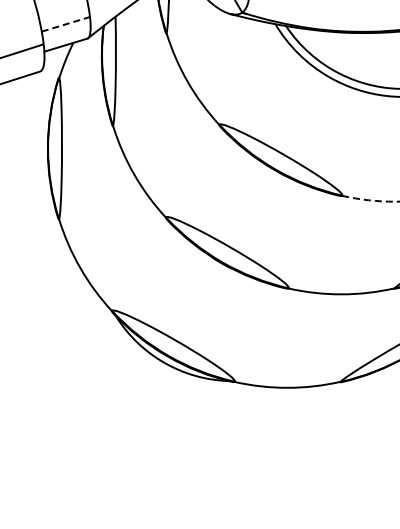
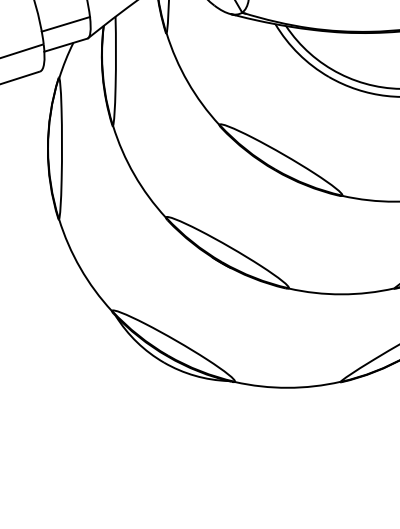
line at (66, 24): dashed -> solid
arc at (371, 200): dashed -> solid
